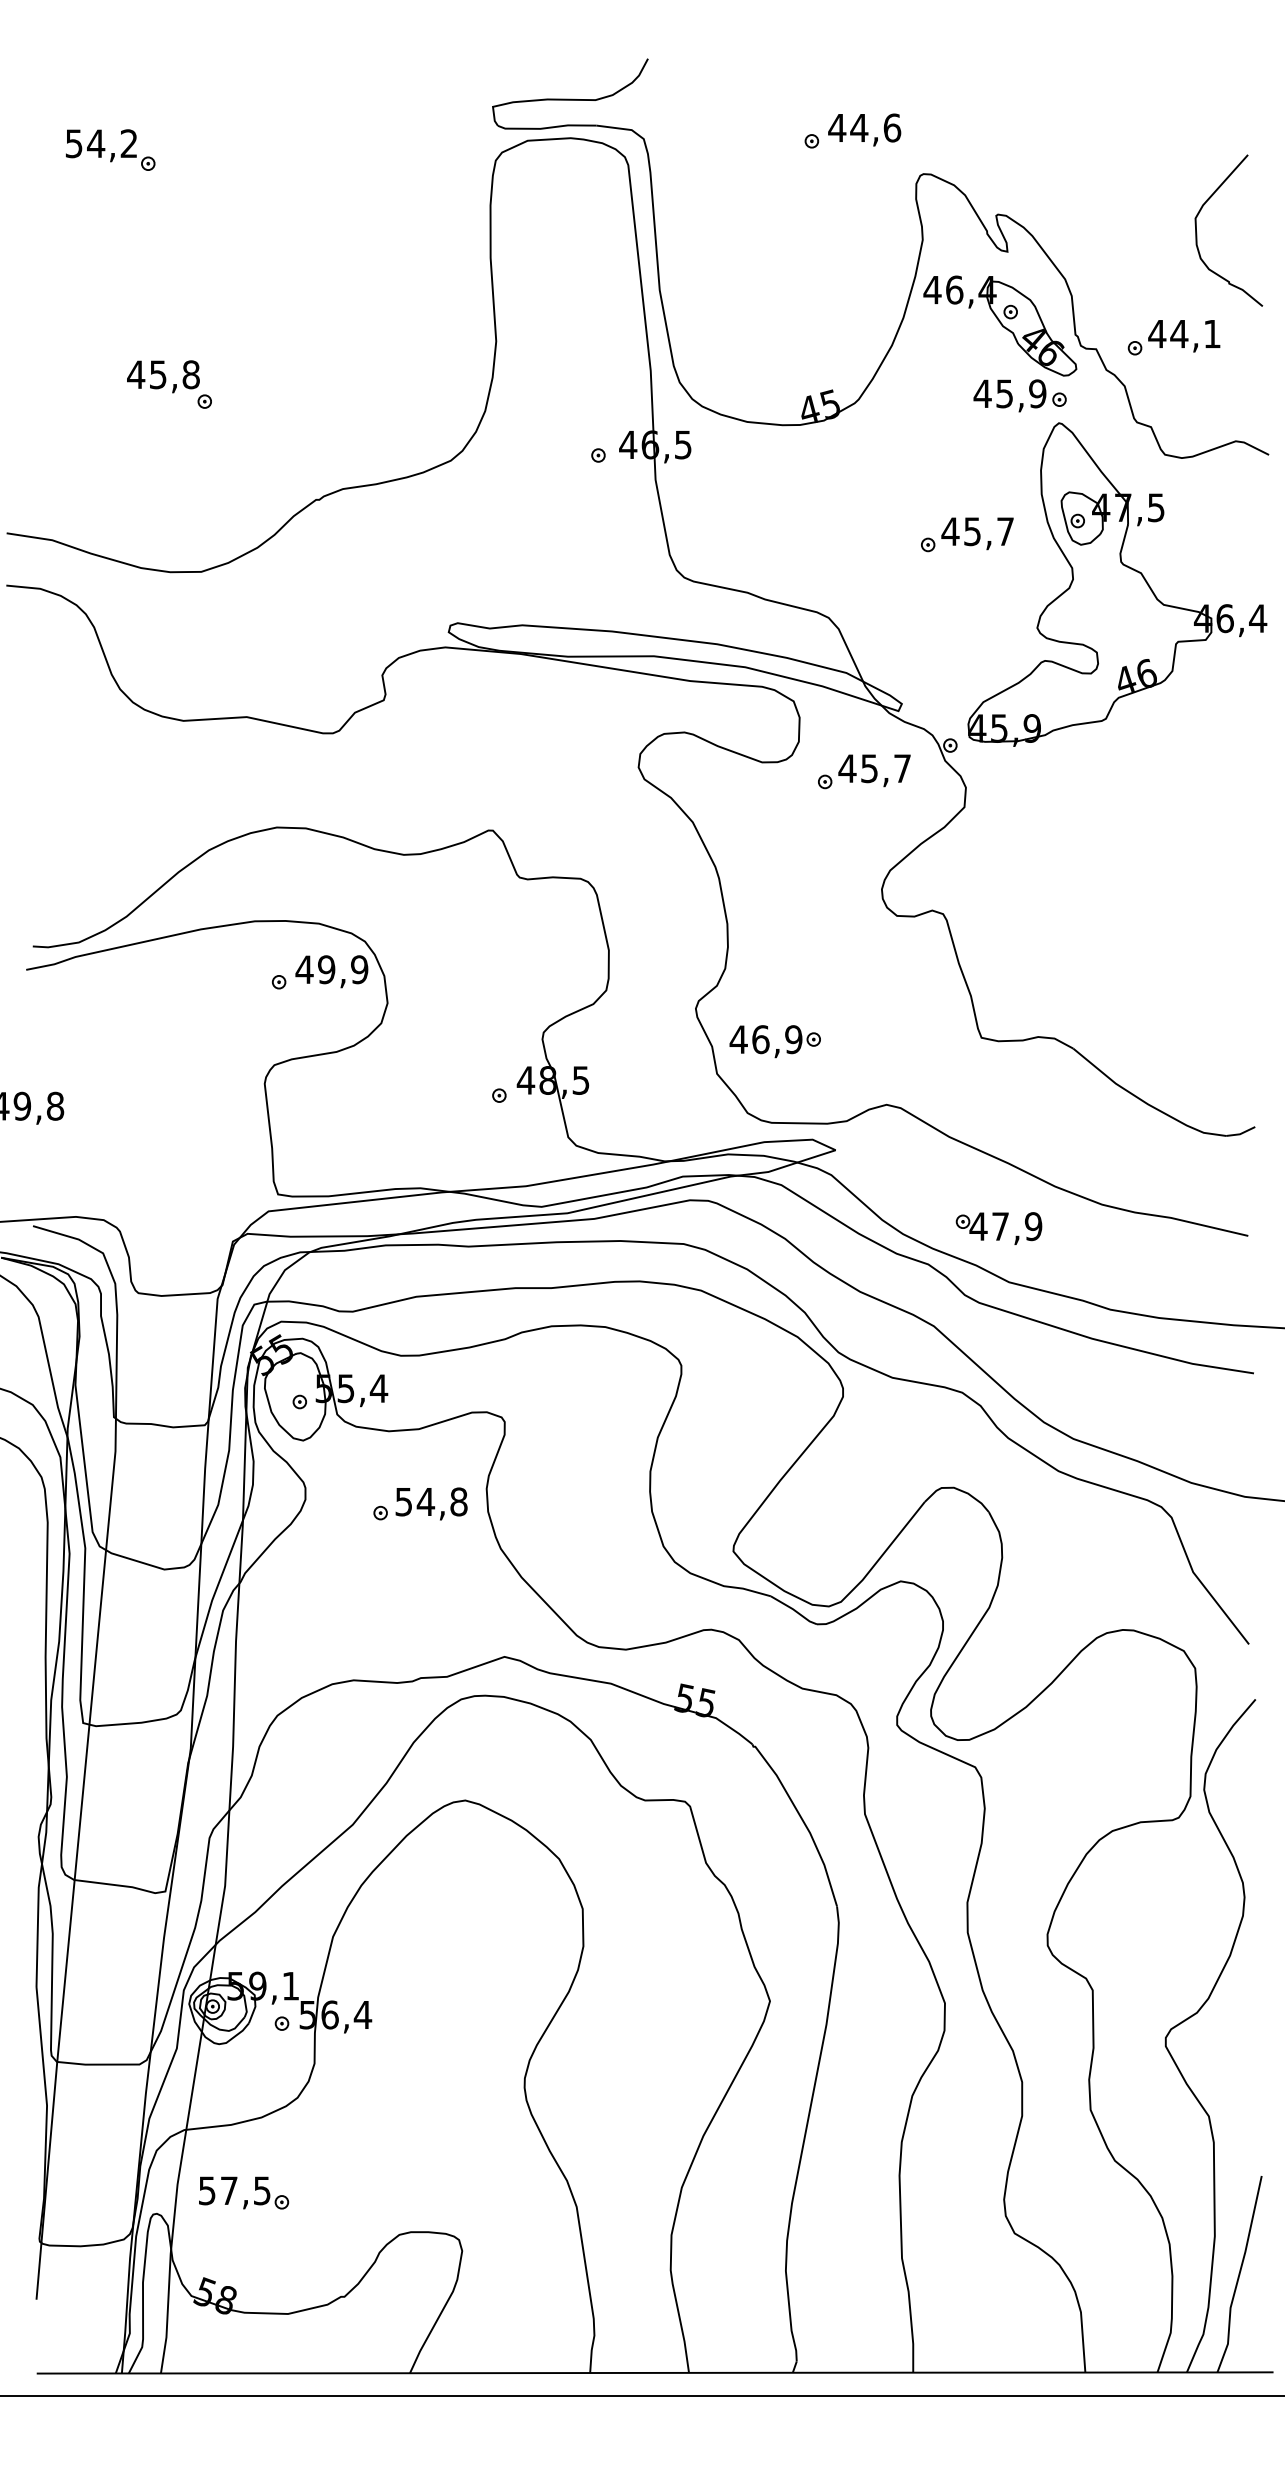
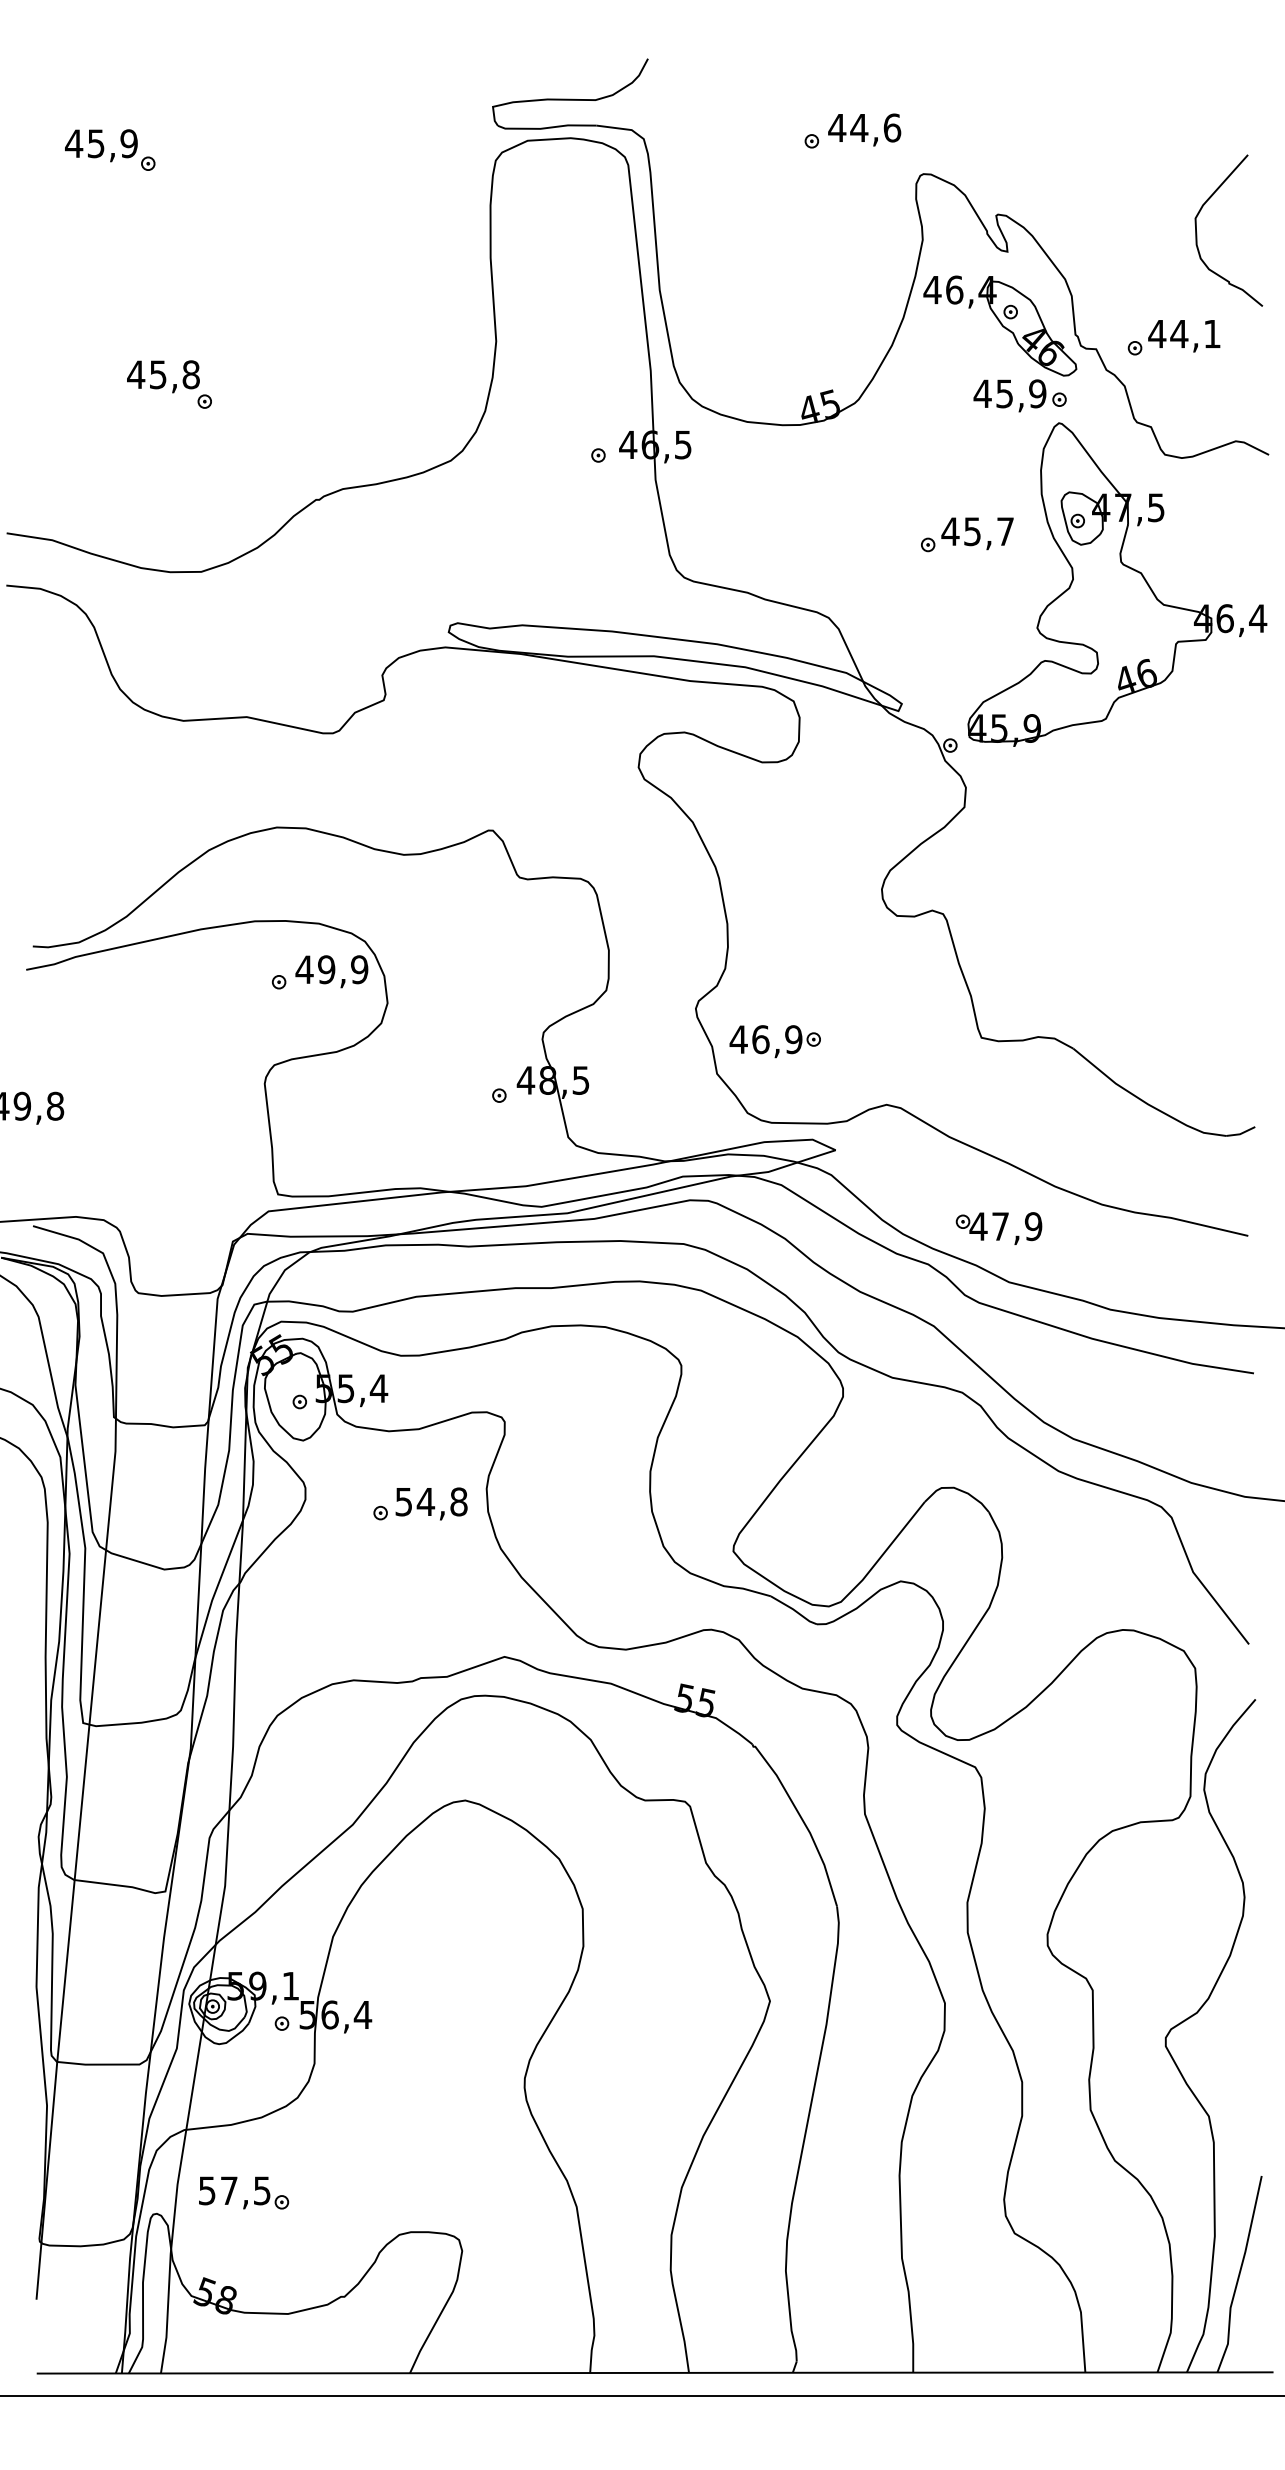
text at (101, 143): 54,2 -> 45,9
part at (864, 771): present -> none
